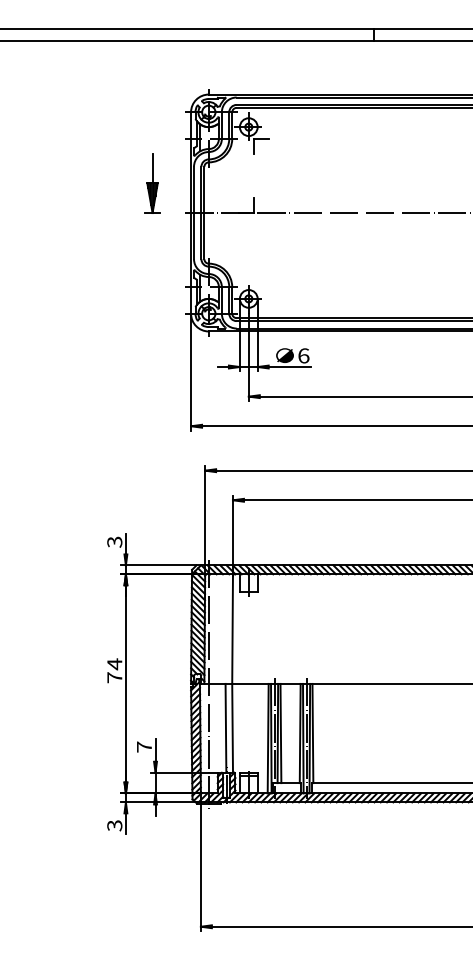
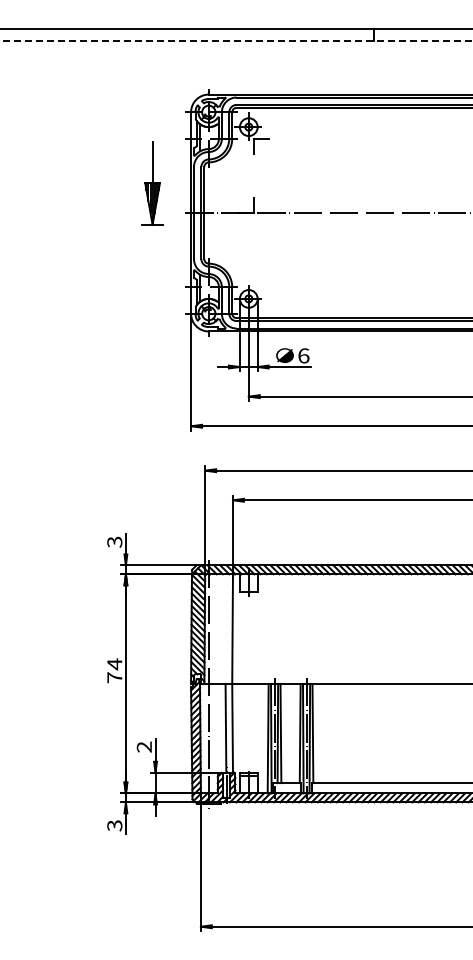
line at (236, 40): solid -> dashed
part at (152, 183) size: 17x61 px -> 23x85 px
text at (143, 746): 7 -> 2
